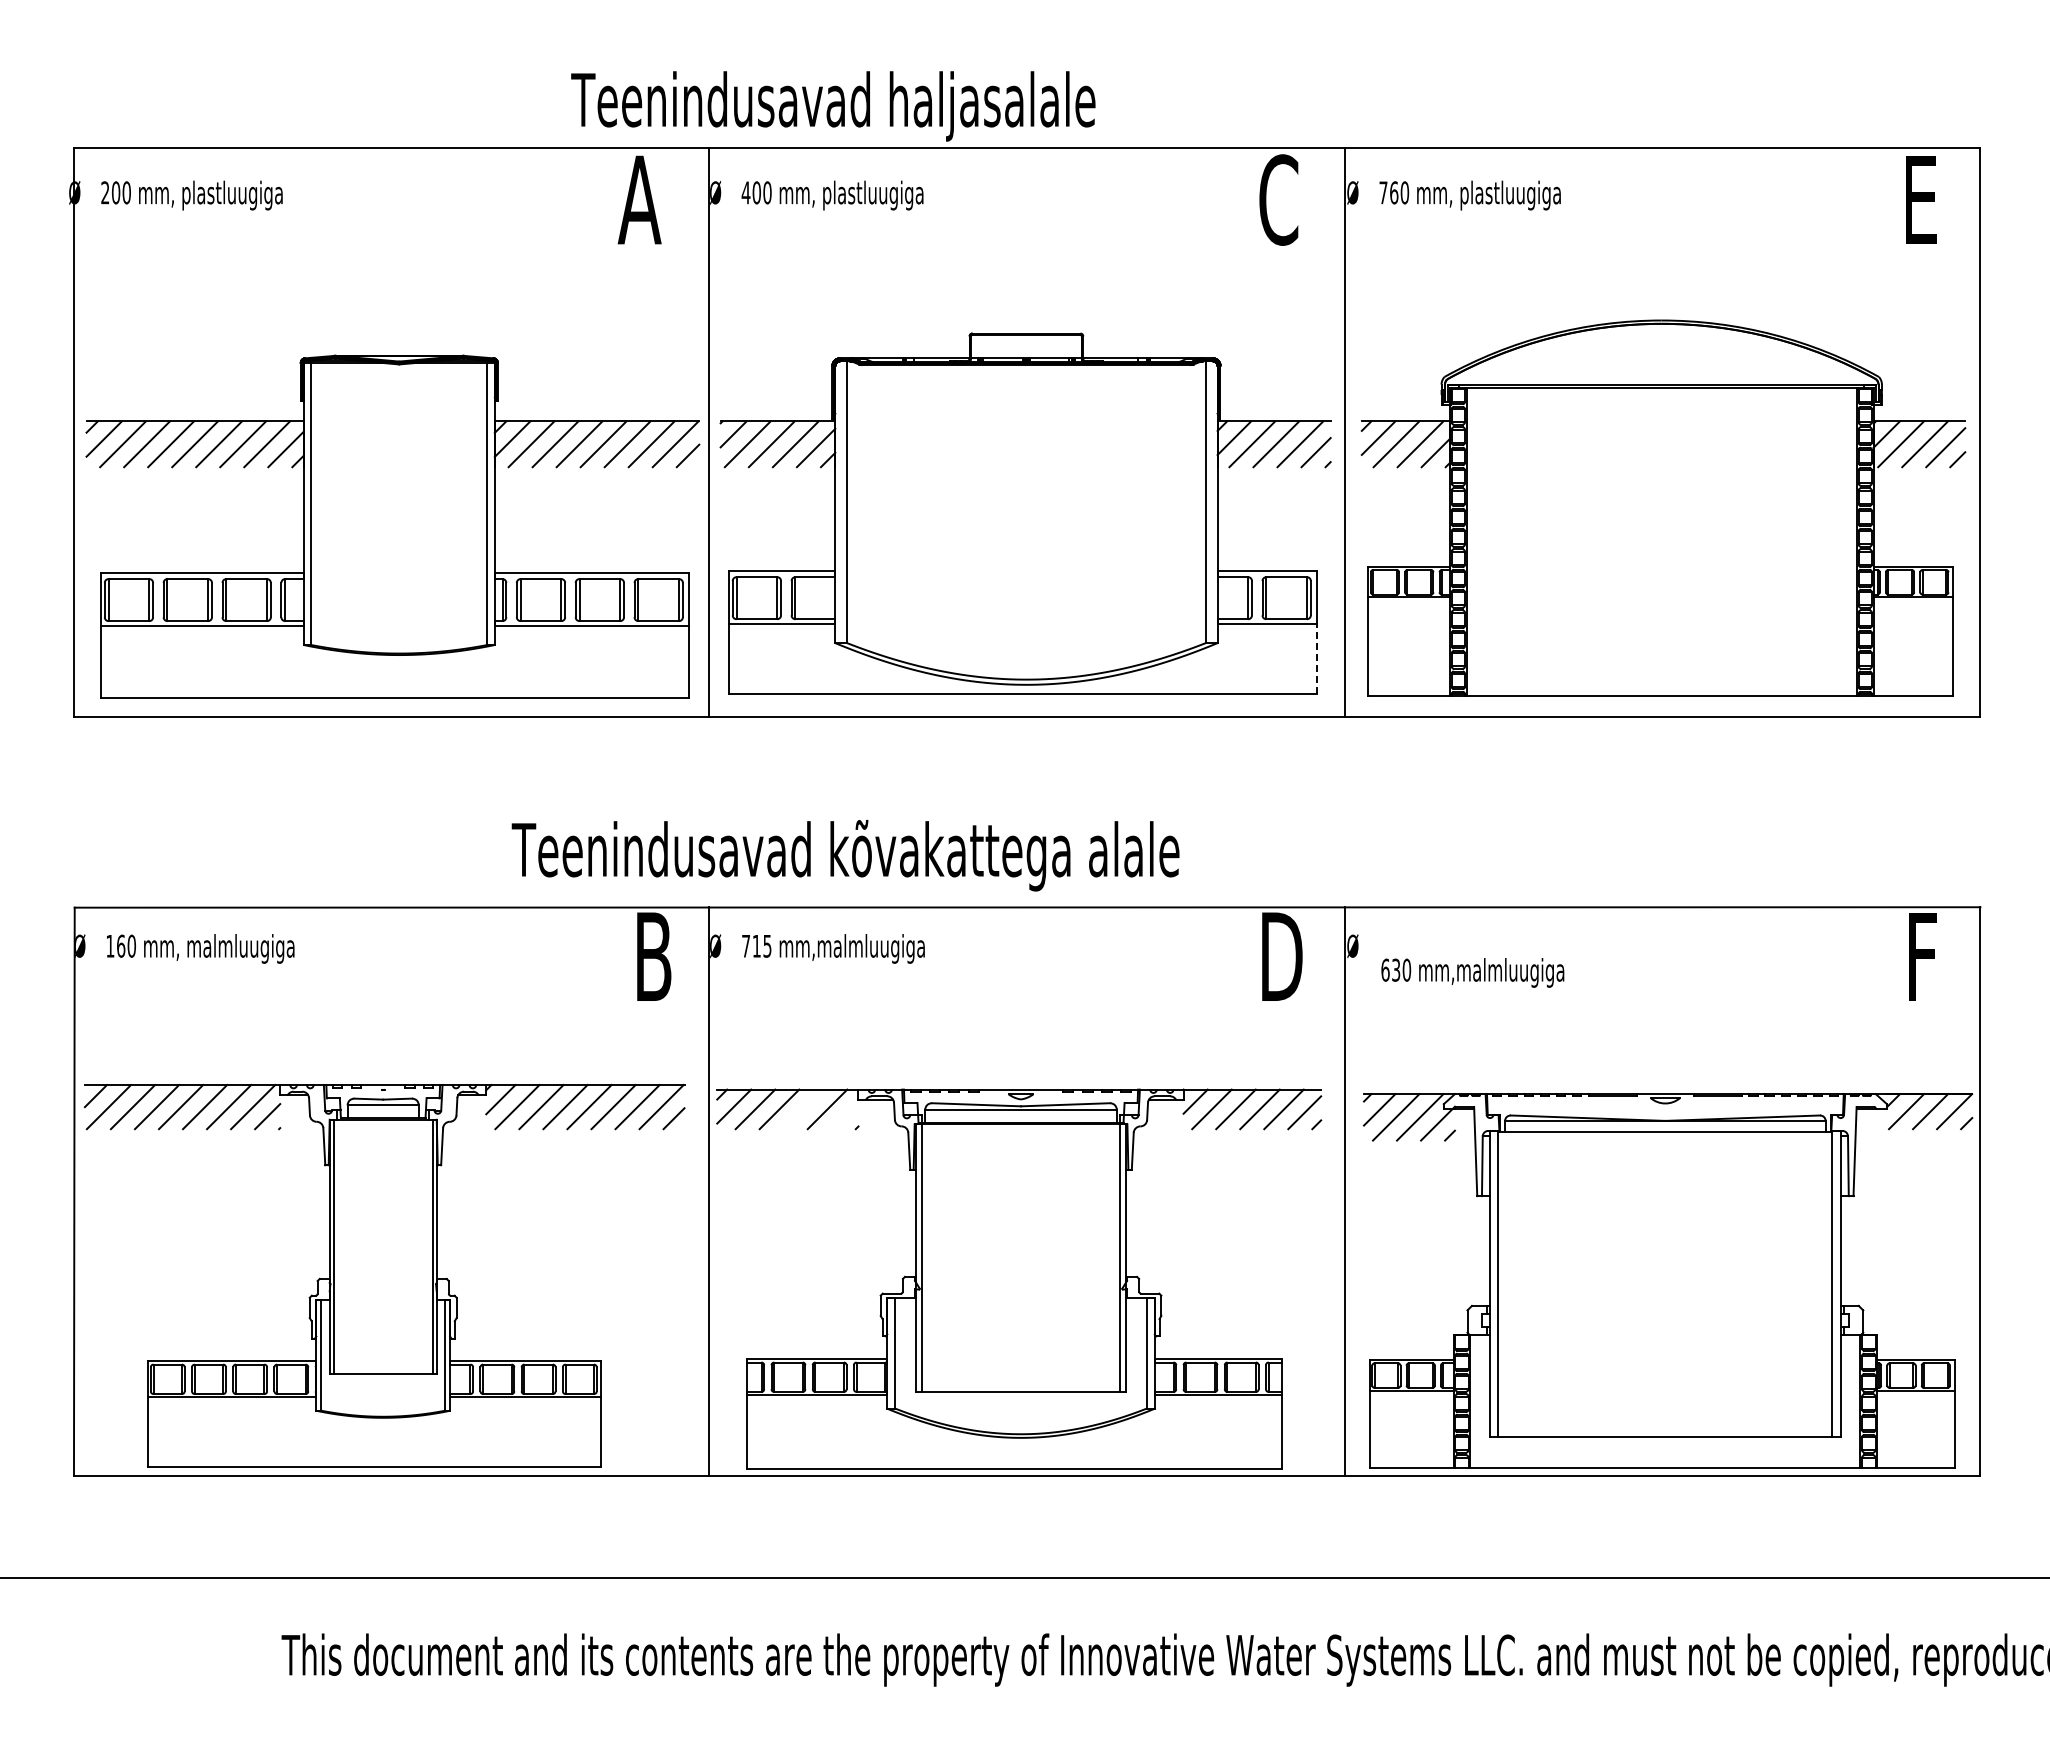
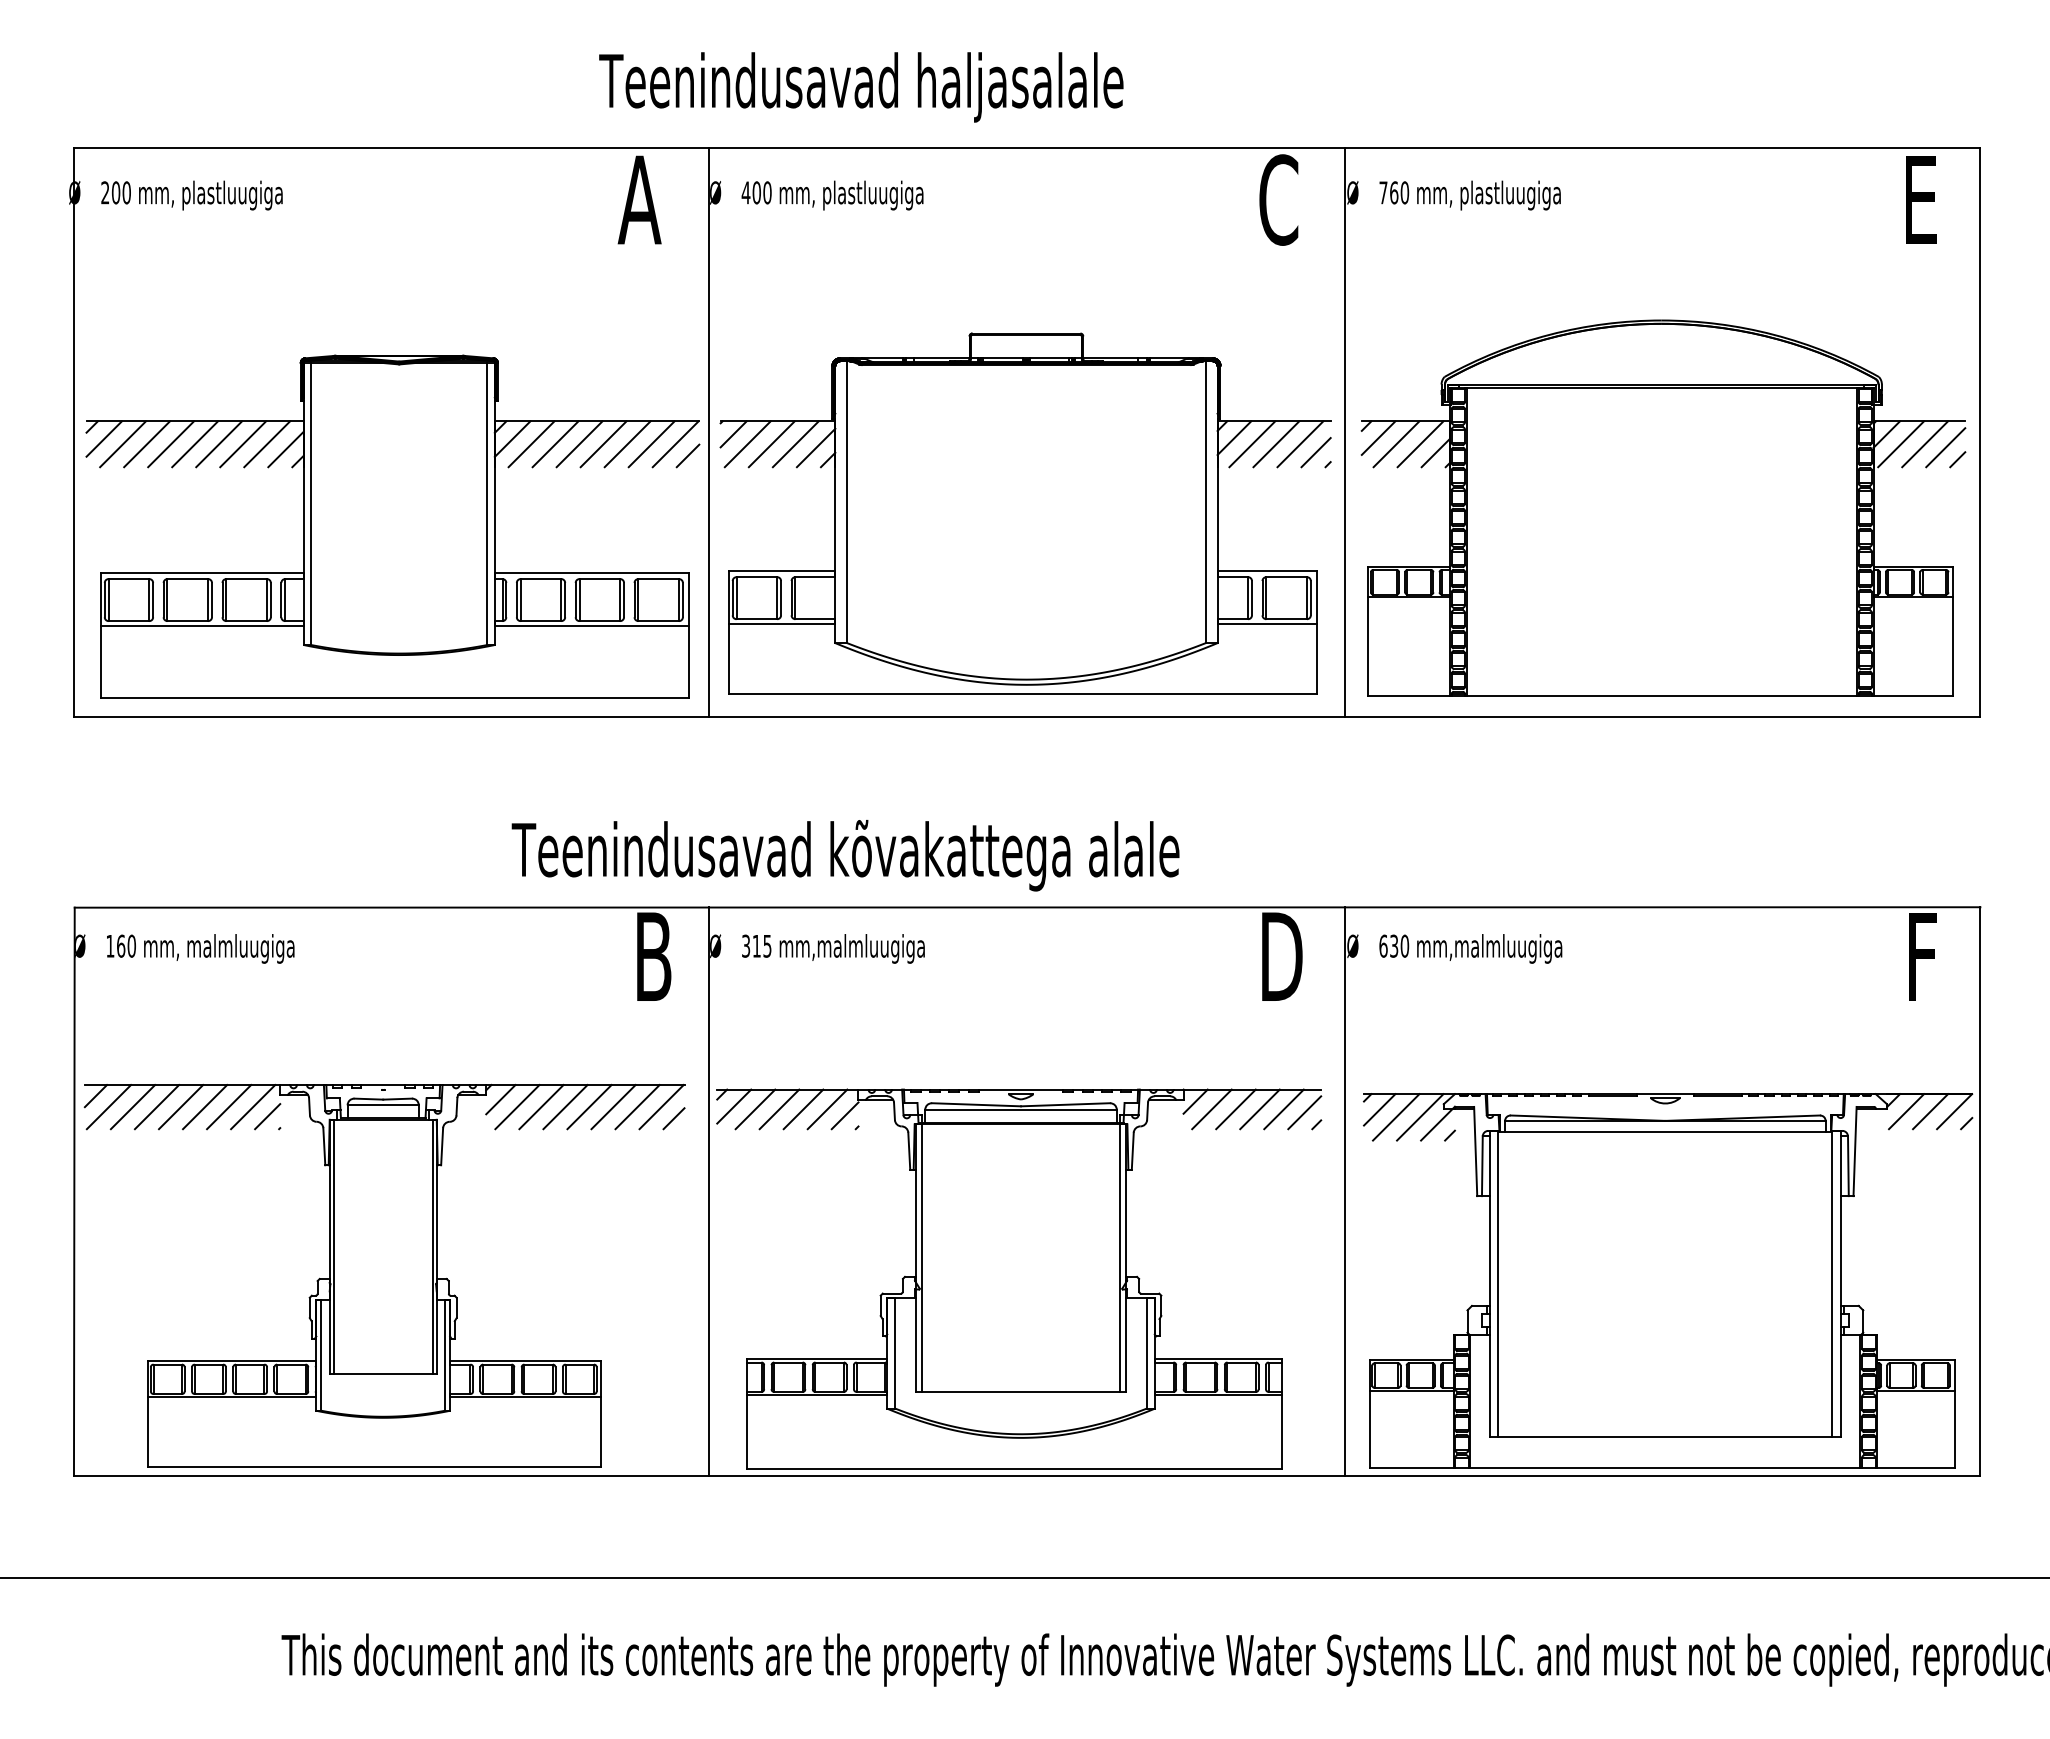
text at (833, 106) position: (833, 106) -> (861, 87)
line at (1317, 658): dashed -> solid
text at (746, 945): 715 -> 315
text at (1472, 972) position: (1472, 972) -> (1470, 948)
line at (803, 1109): none -> present
line at (844, 1115): none -> present
